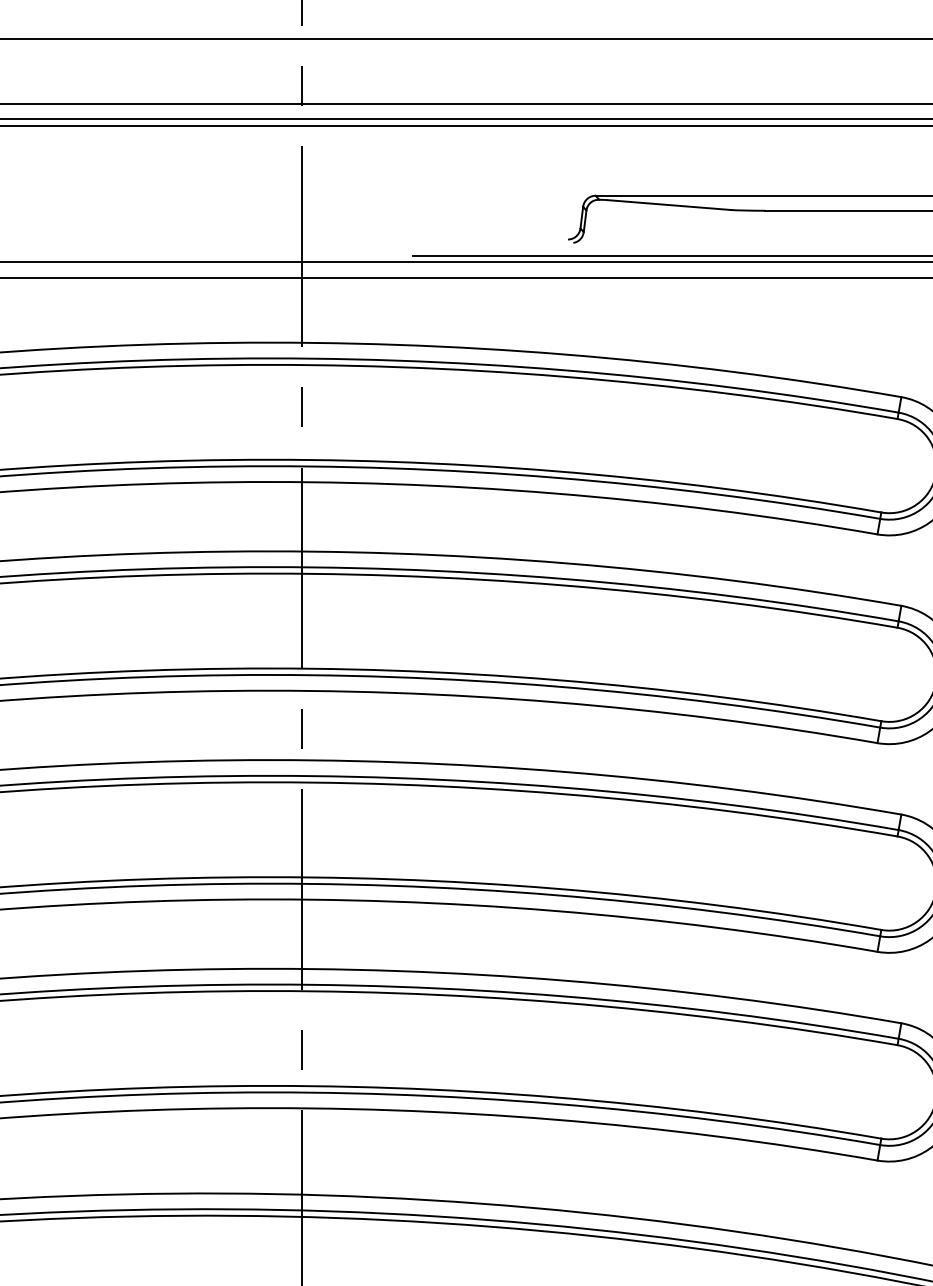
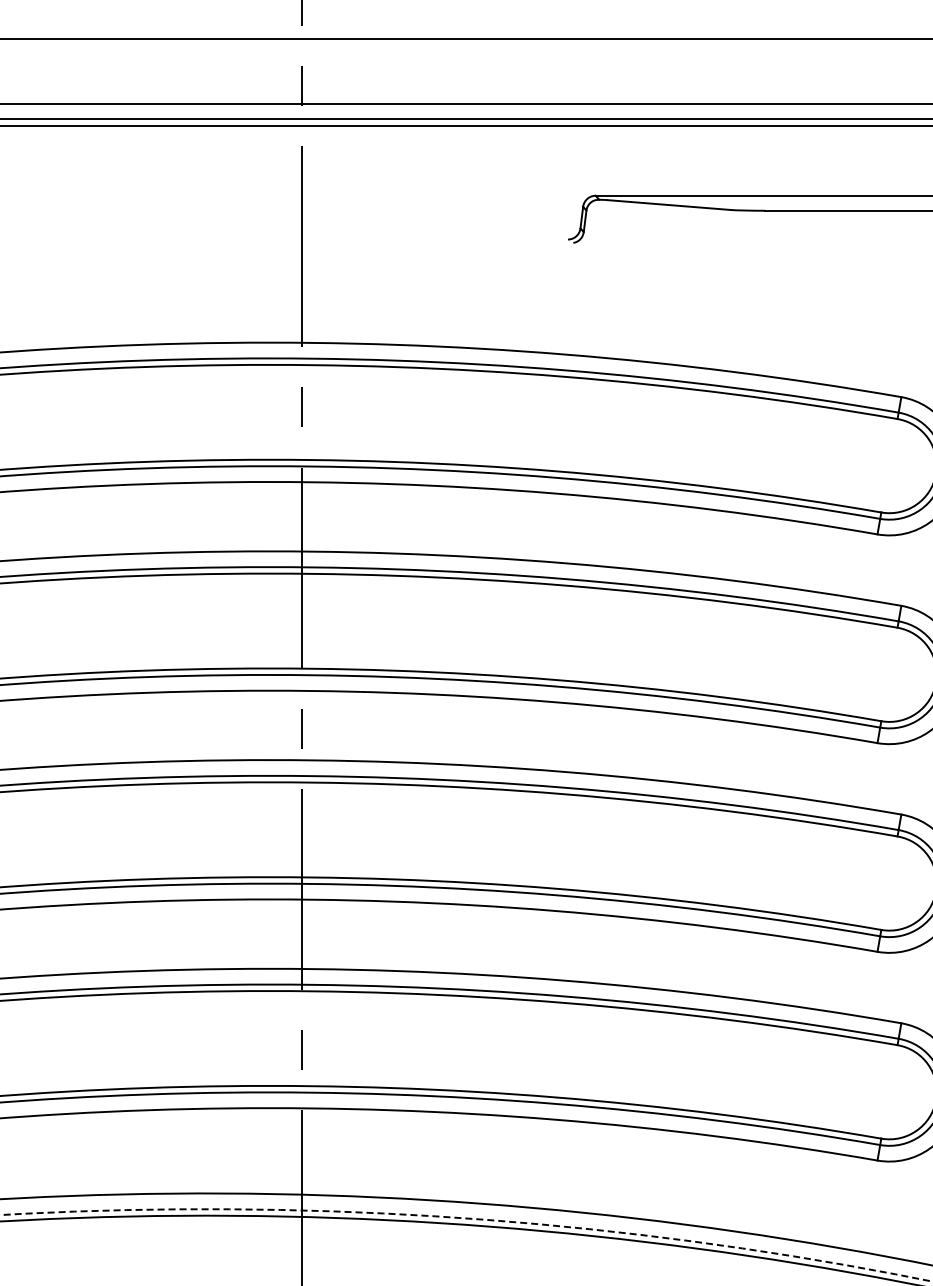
line at (670, 255): present -> none
line at (465, 262): present -> none
line at (465, 278): present -> none
arc at (467, 1218): solid -> dashed
